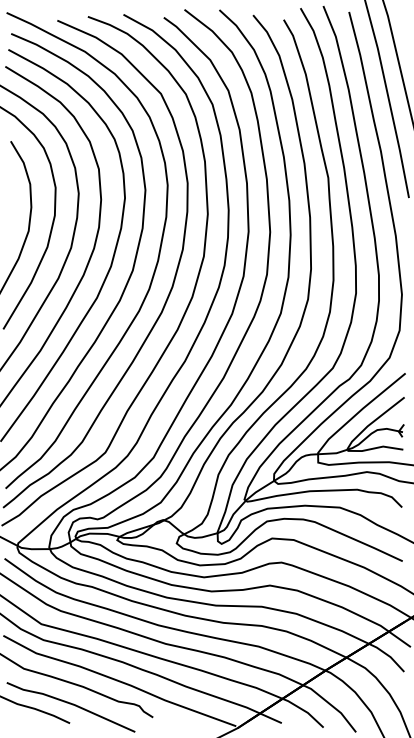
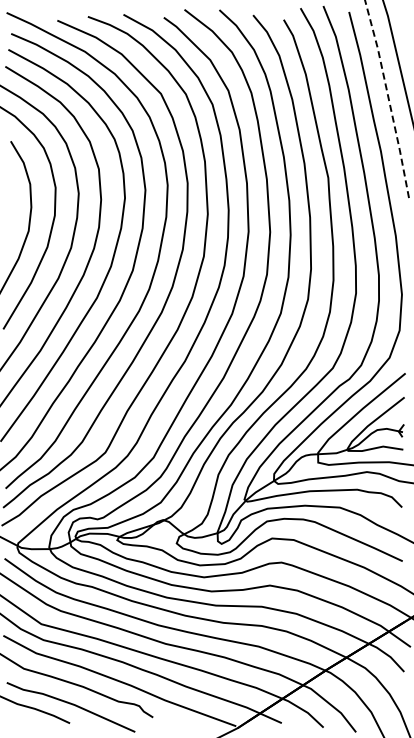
line at (388, 98): solid -> dashed
